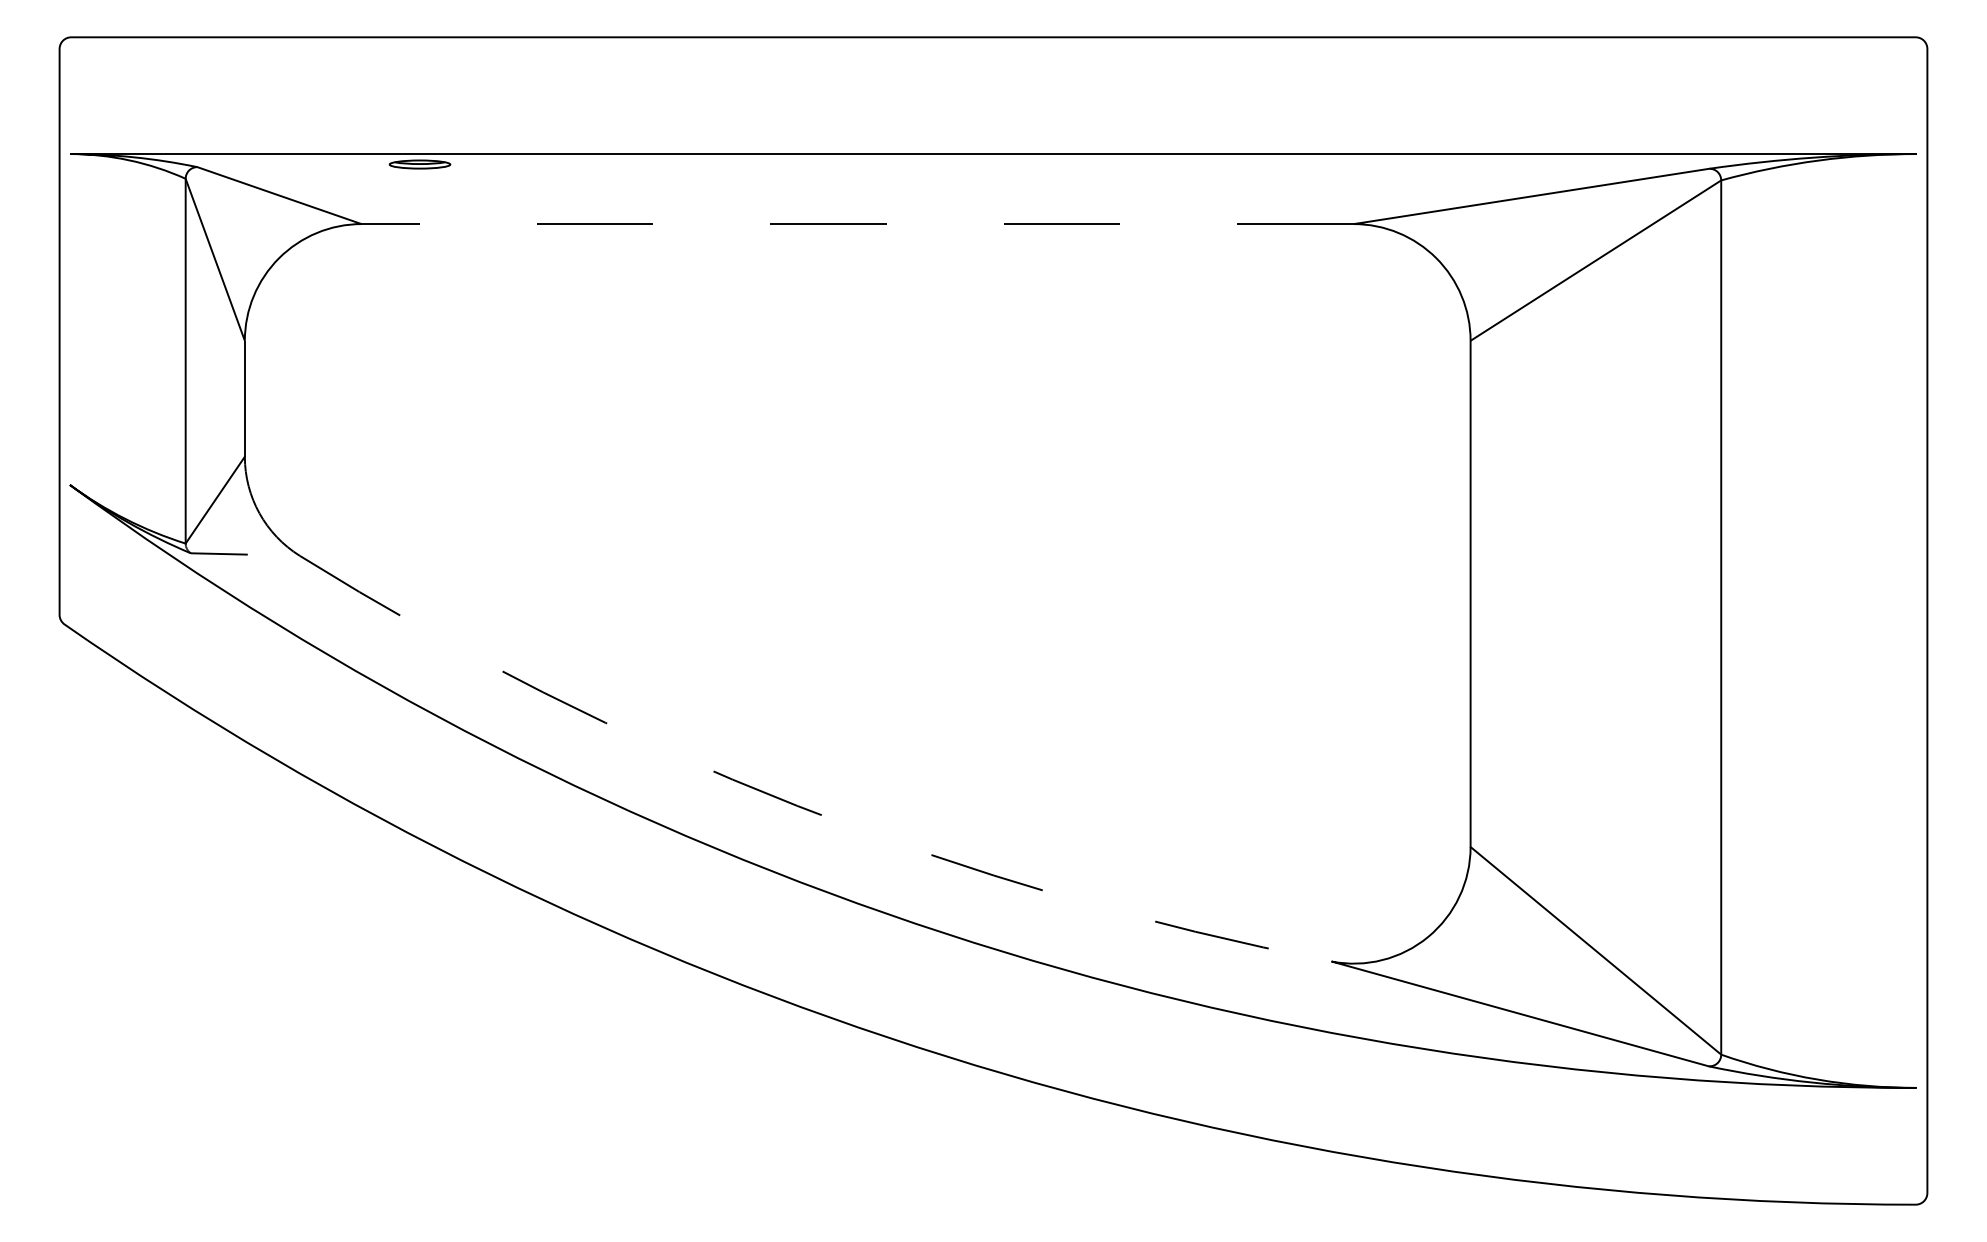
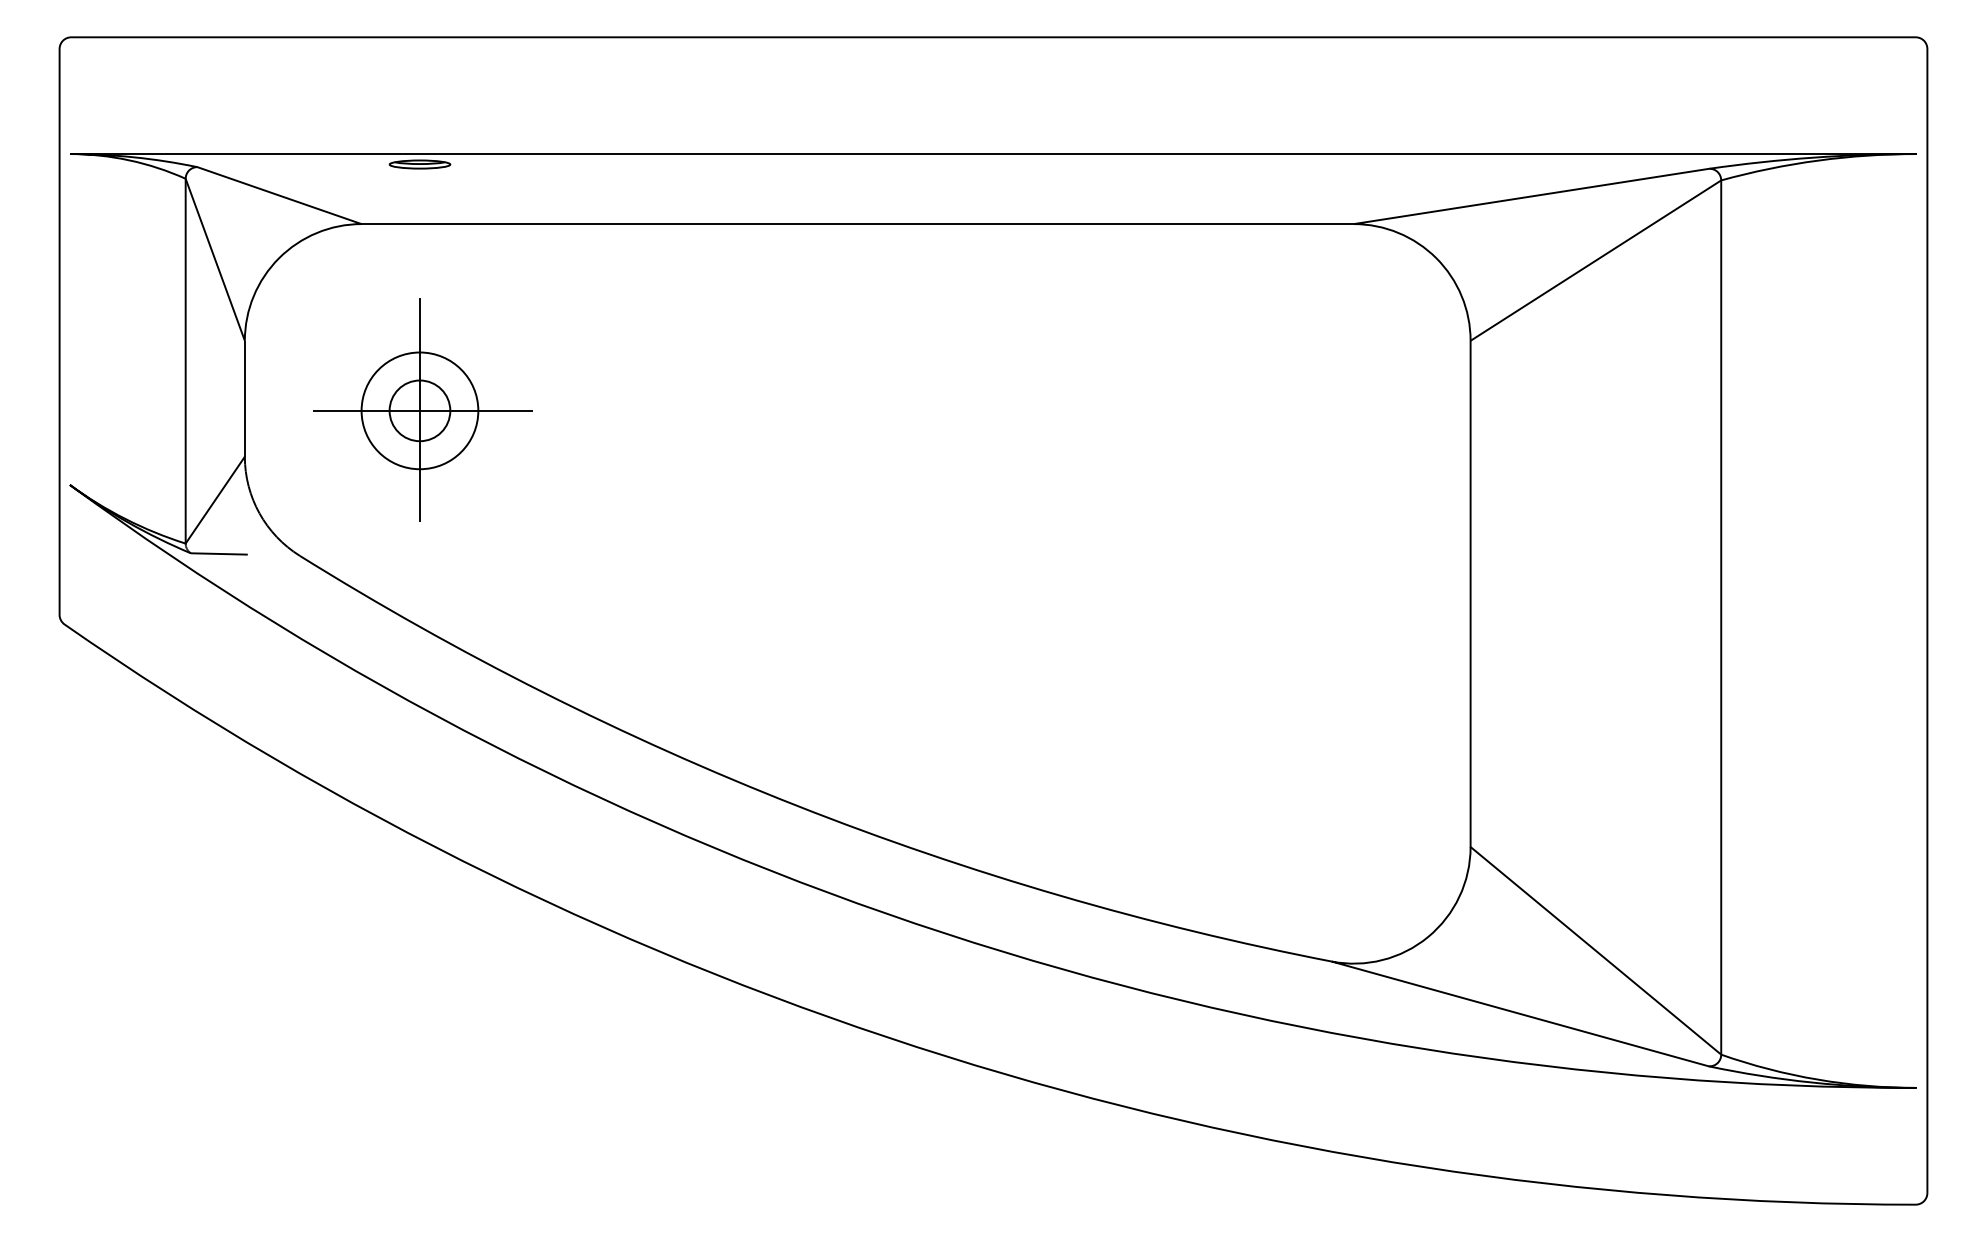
line at (857, 224): dashed -> solid
part at (422, 409): none -> present
line at (797, 805): dashed -> solid
